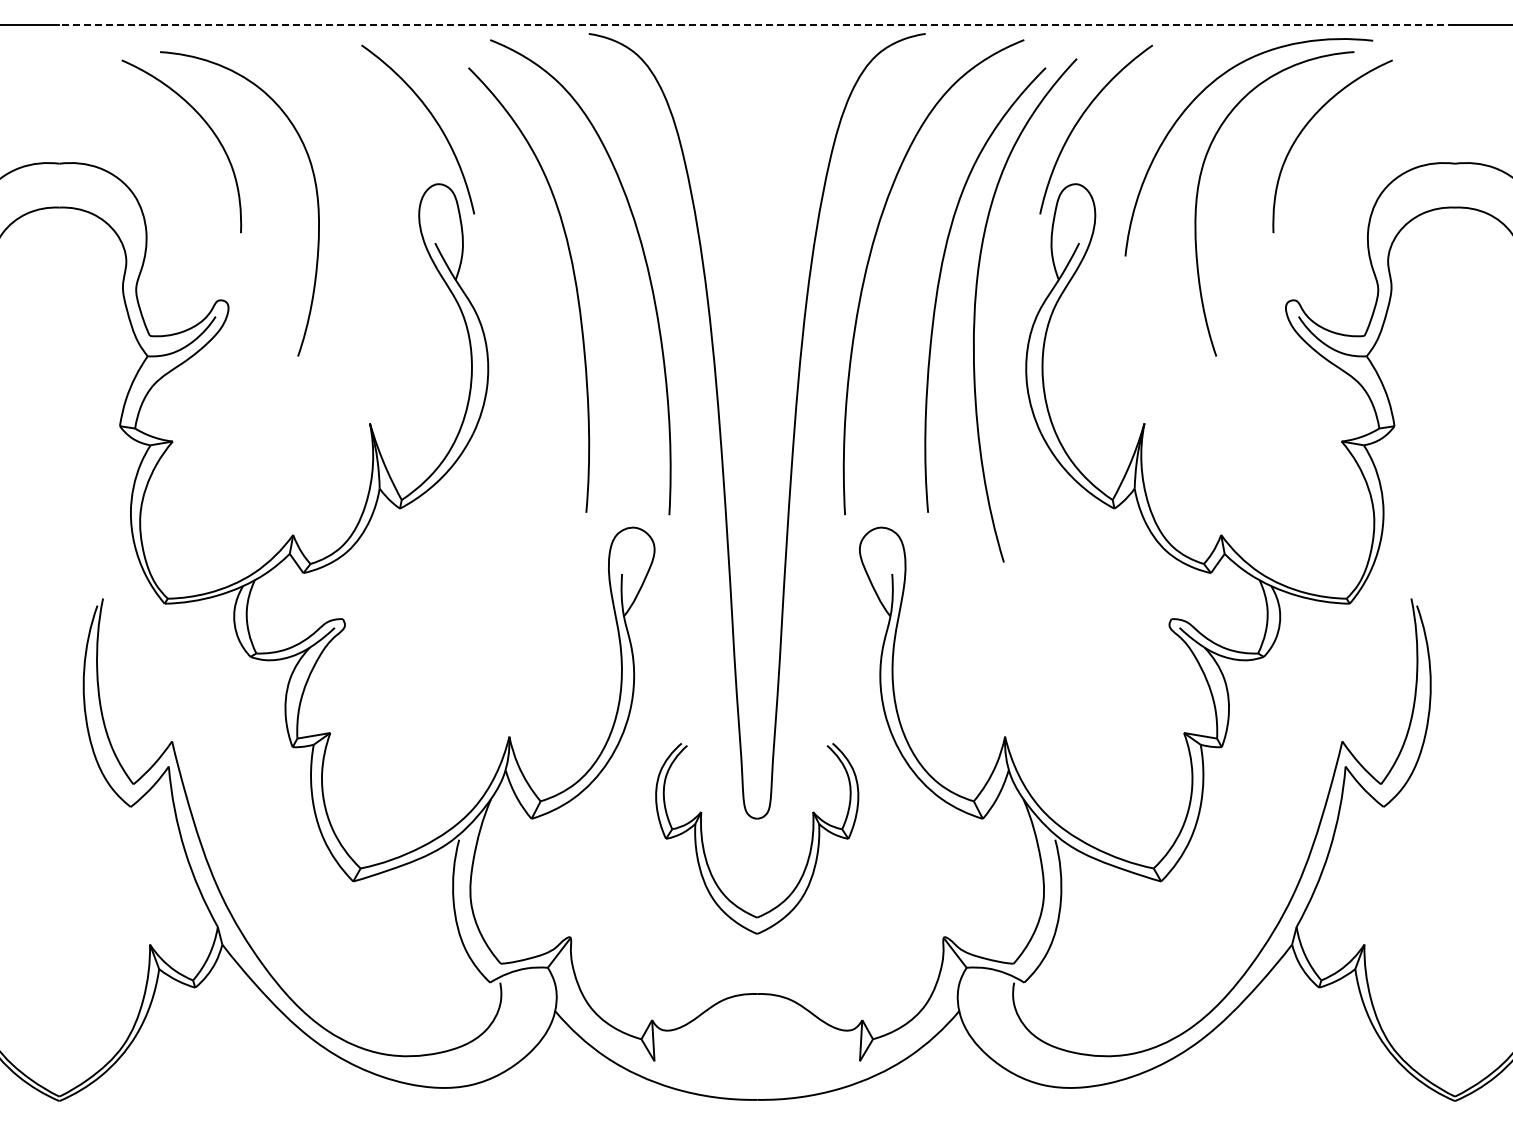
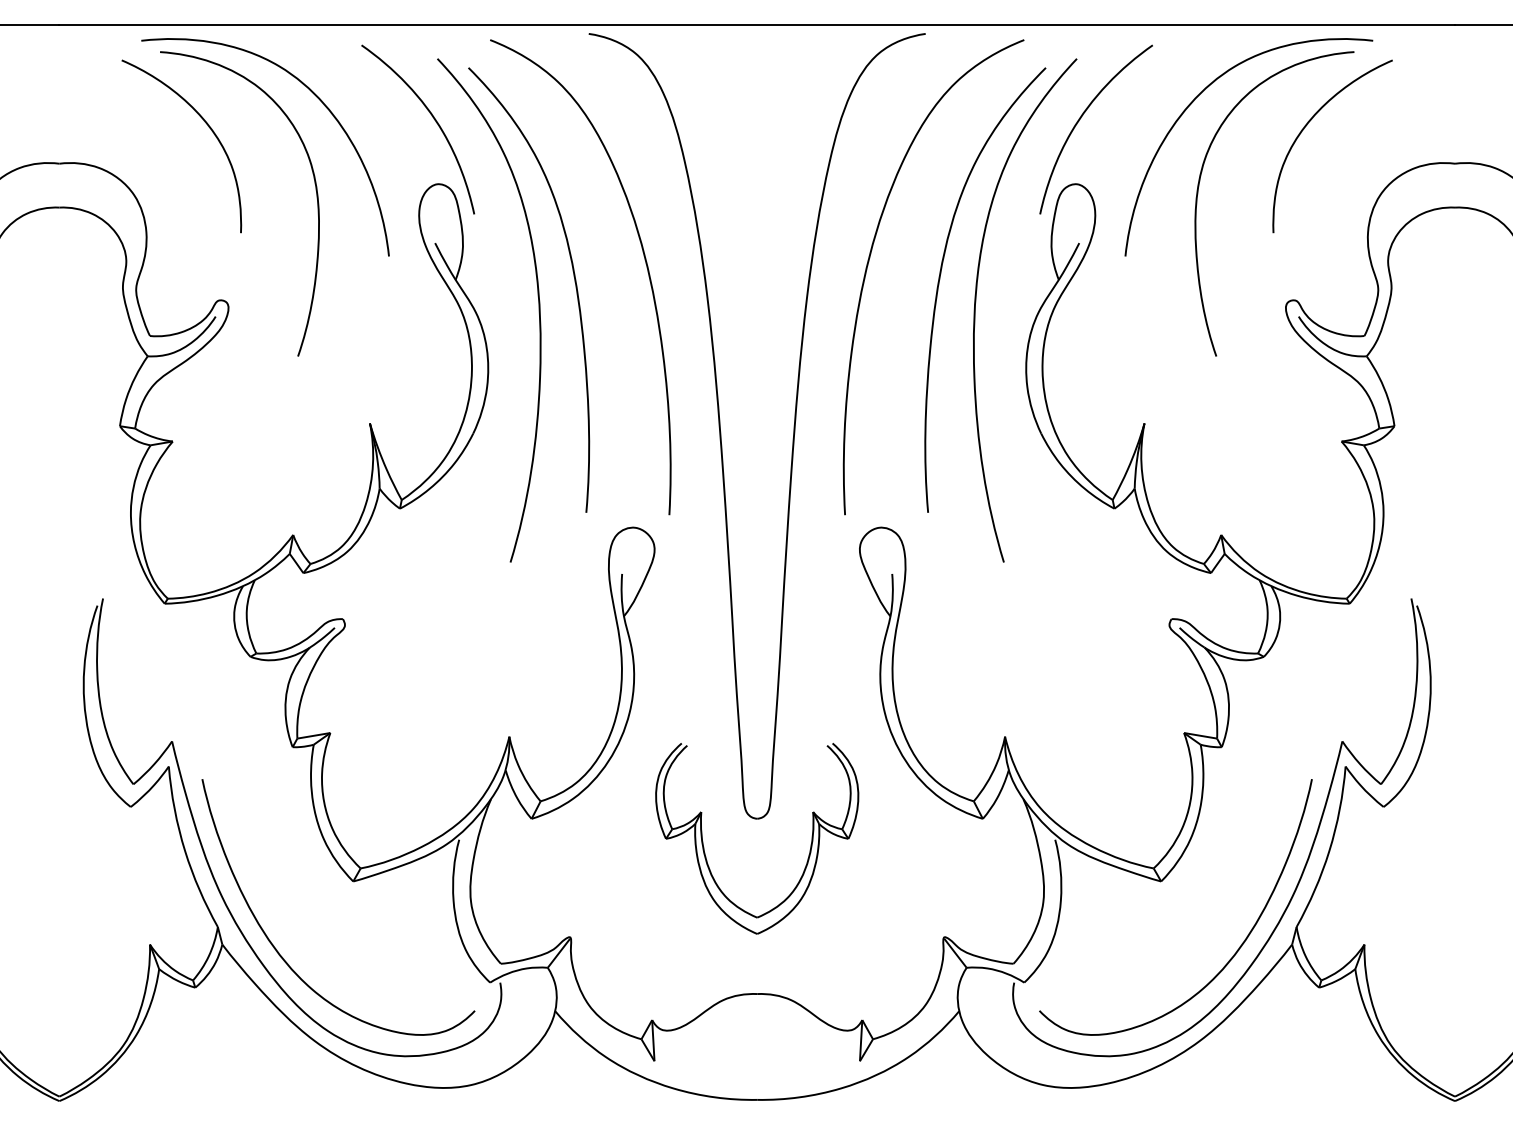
line at (757, 24): dashed -> solid
curve at (315, 96): none -> present
curve at (538, 310): none -> present
curve at (1236, 950): none -> present
curve at (279, 952): none -> present
